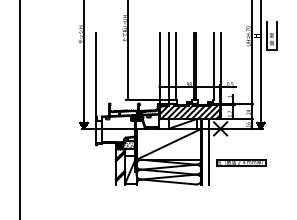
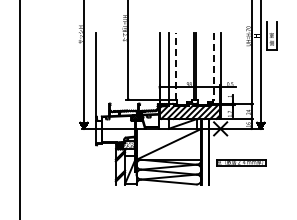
line at (175, 65): solid -> dashed
line at (214, 66): solid -> dashed
